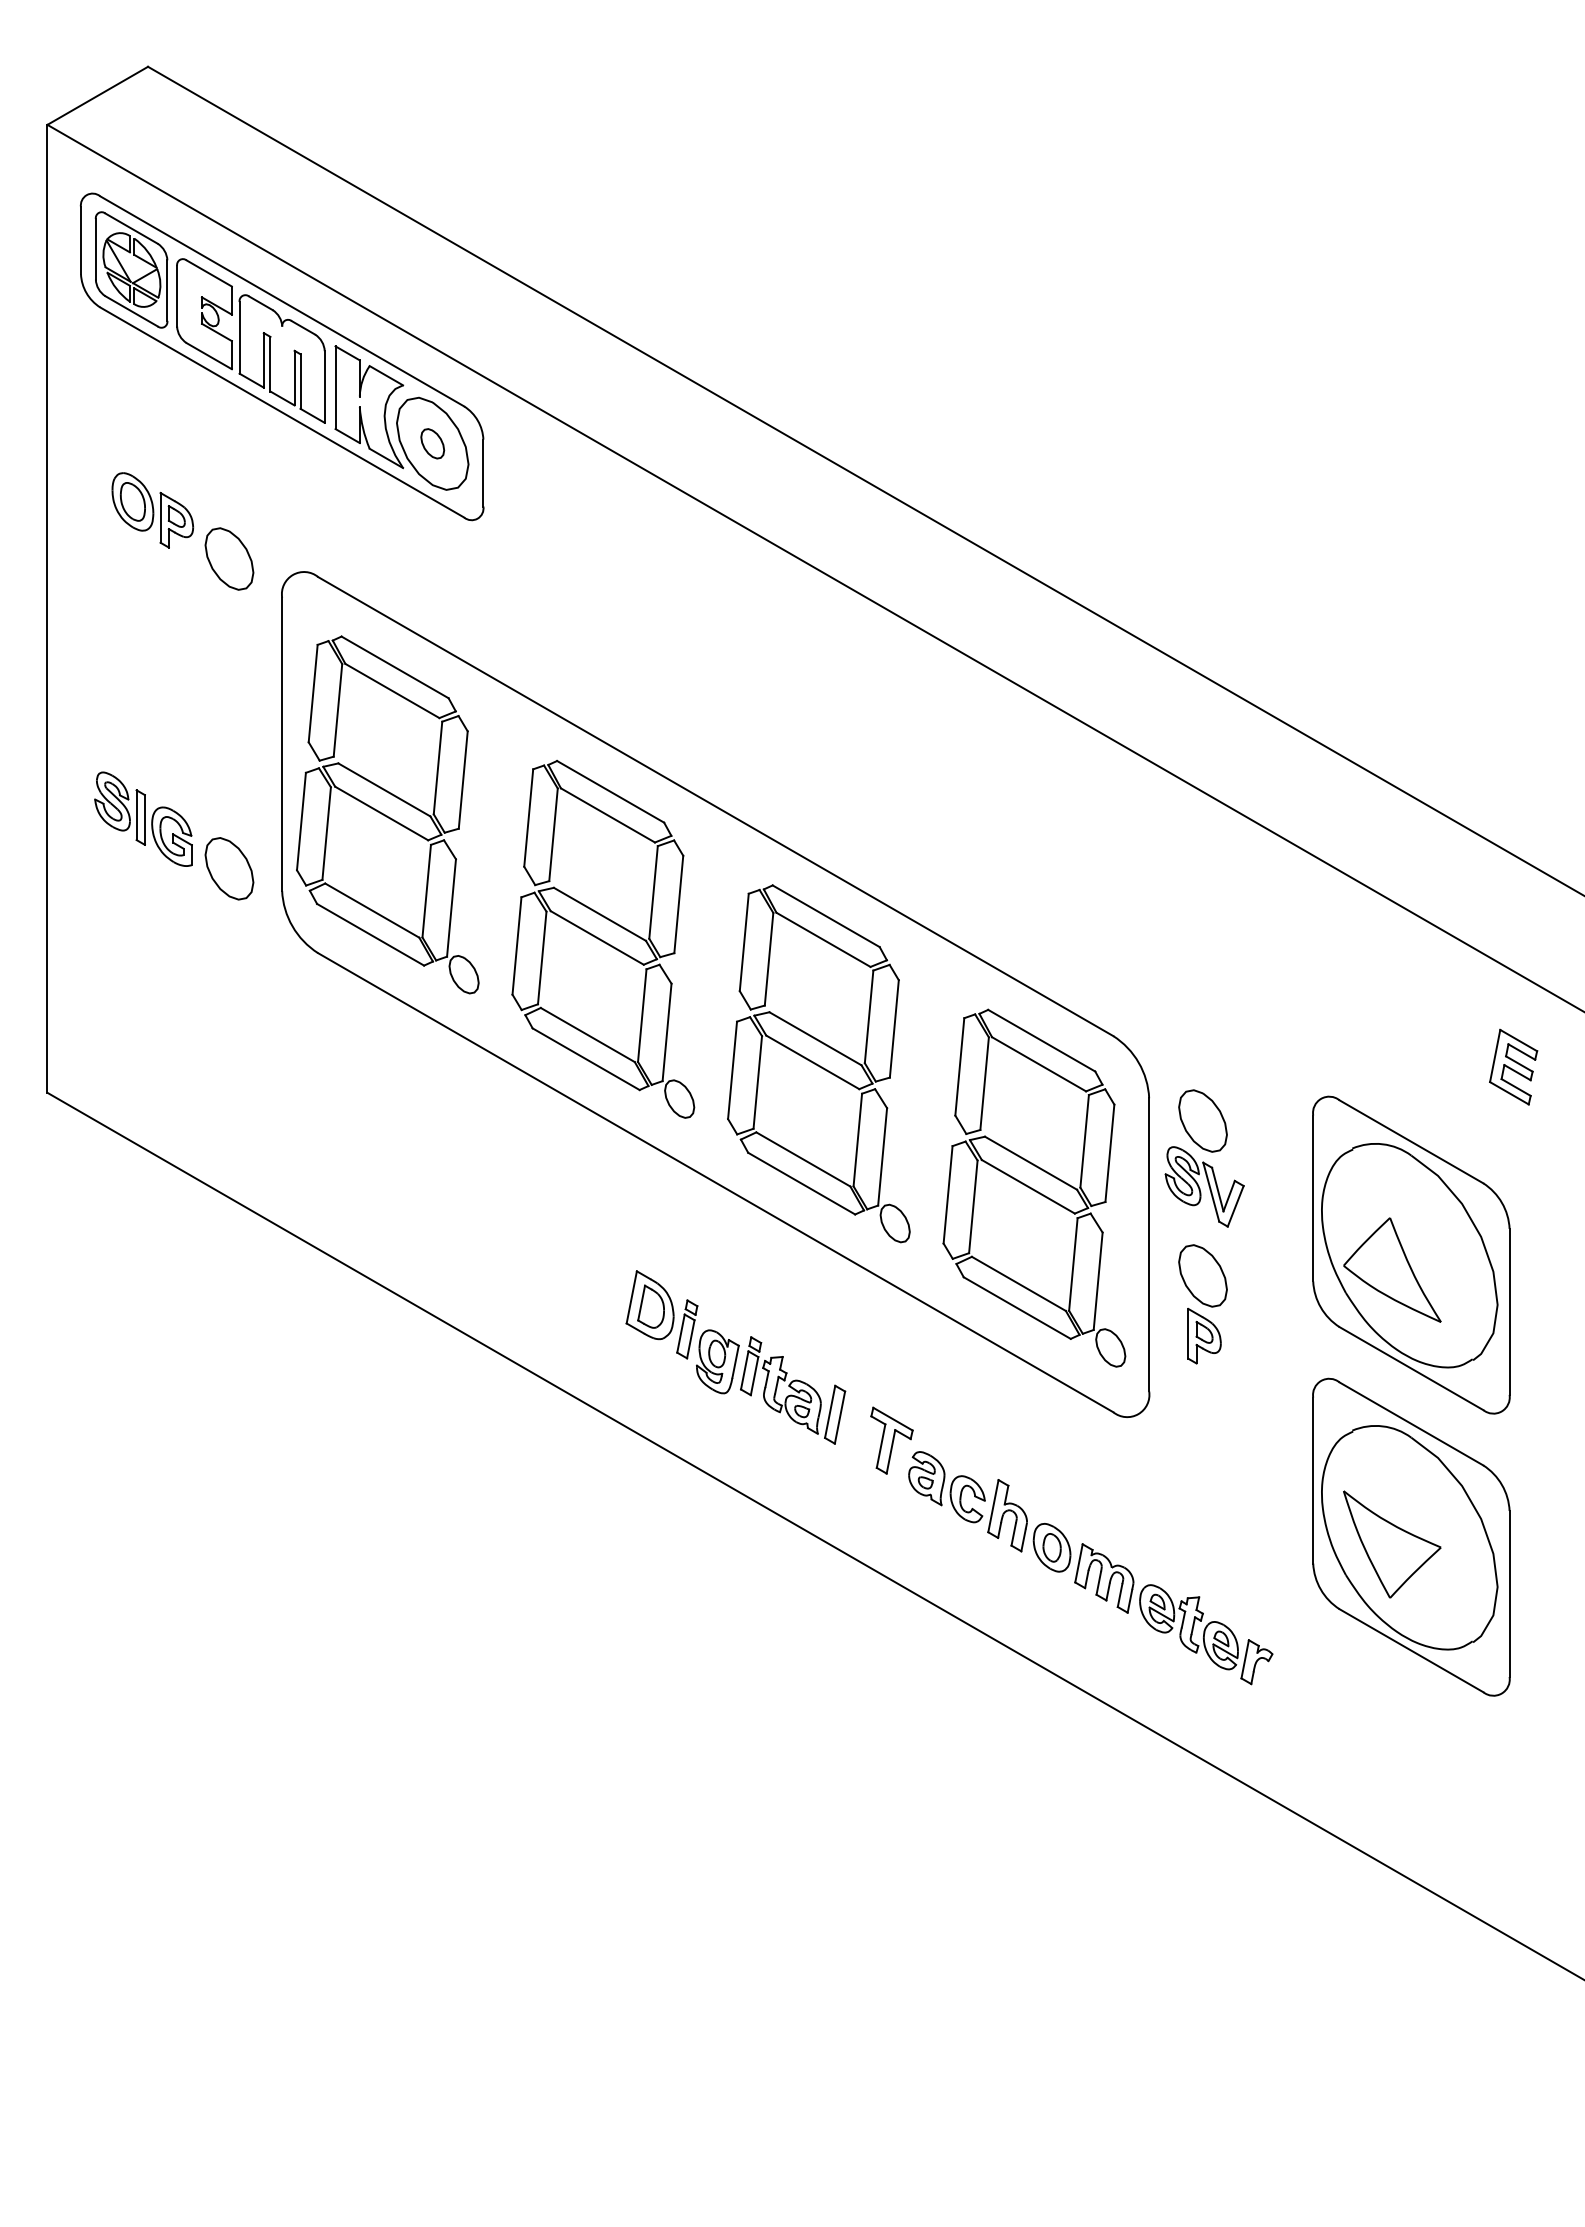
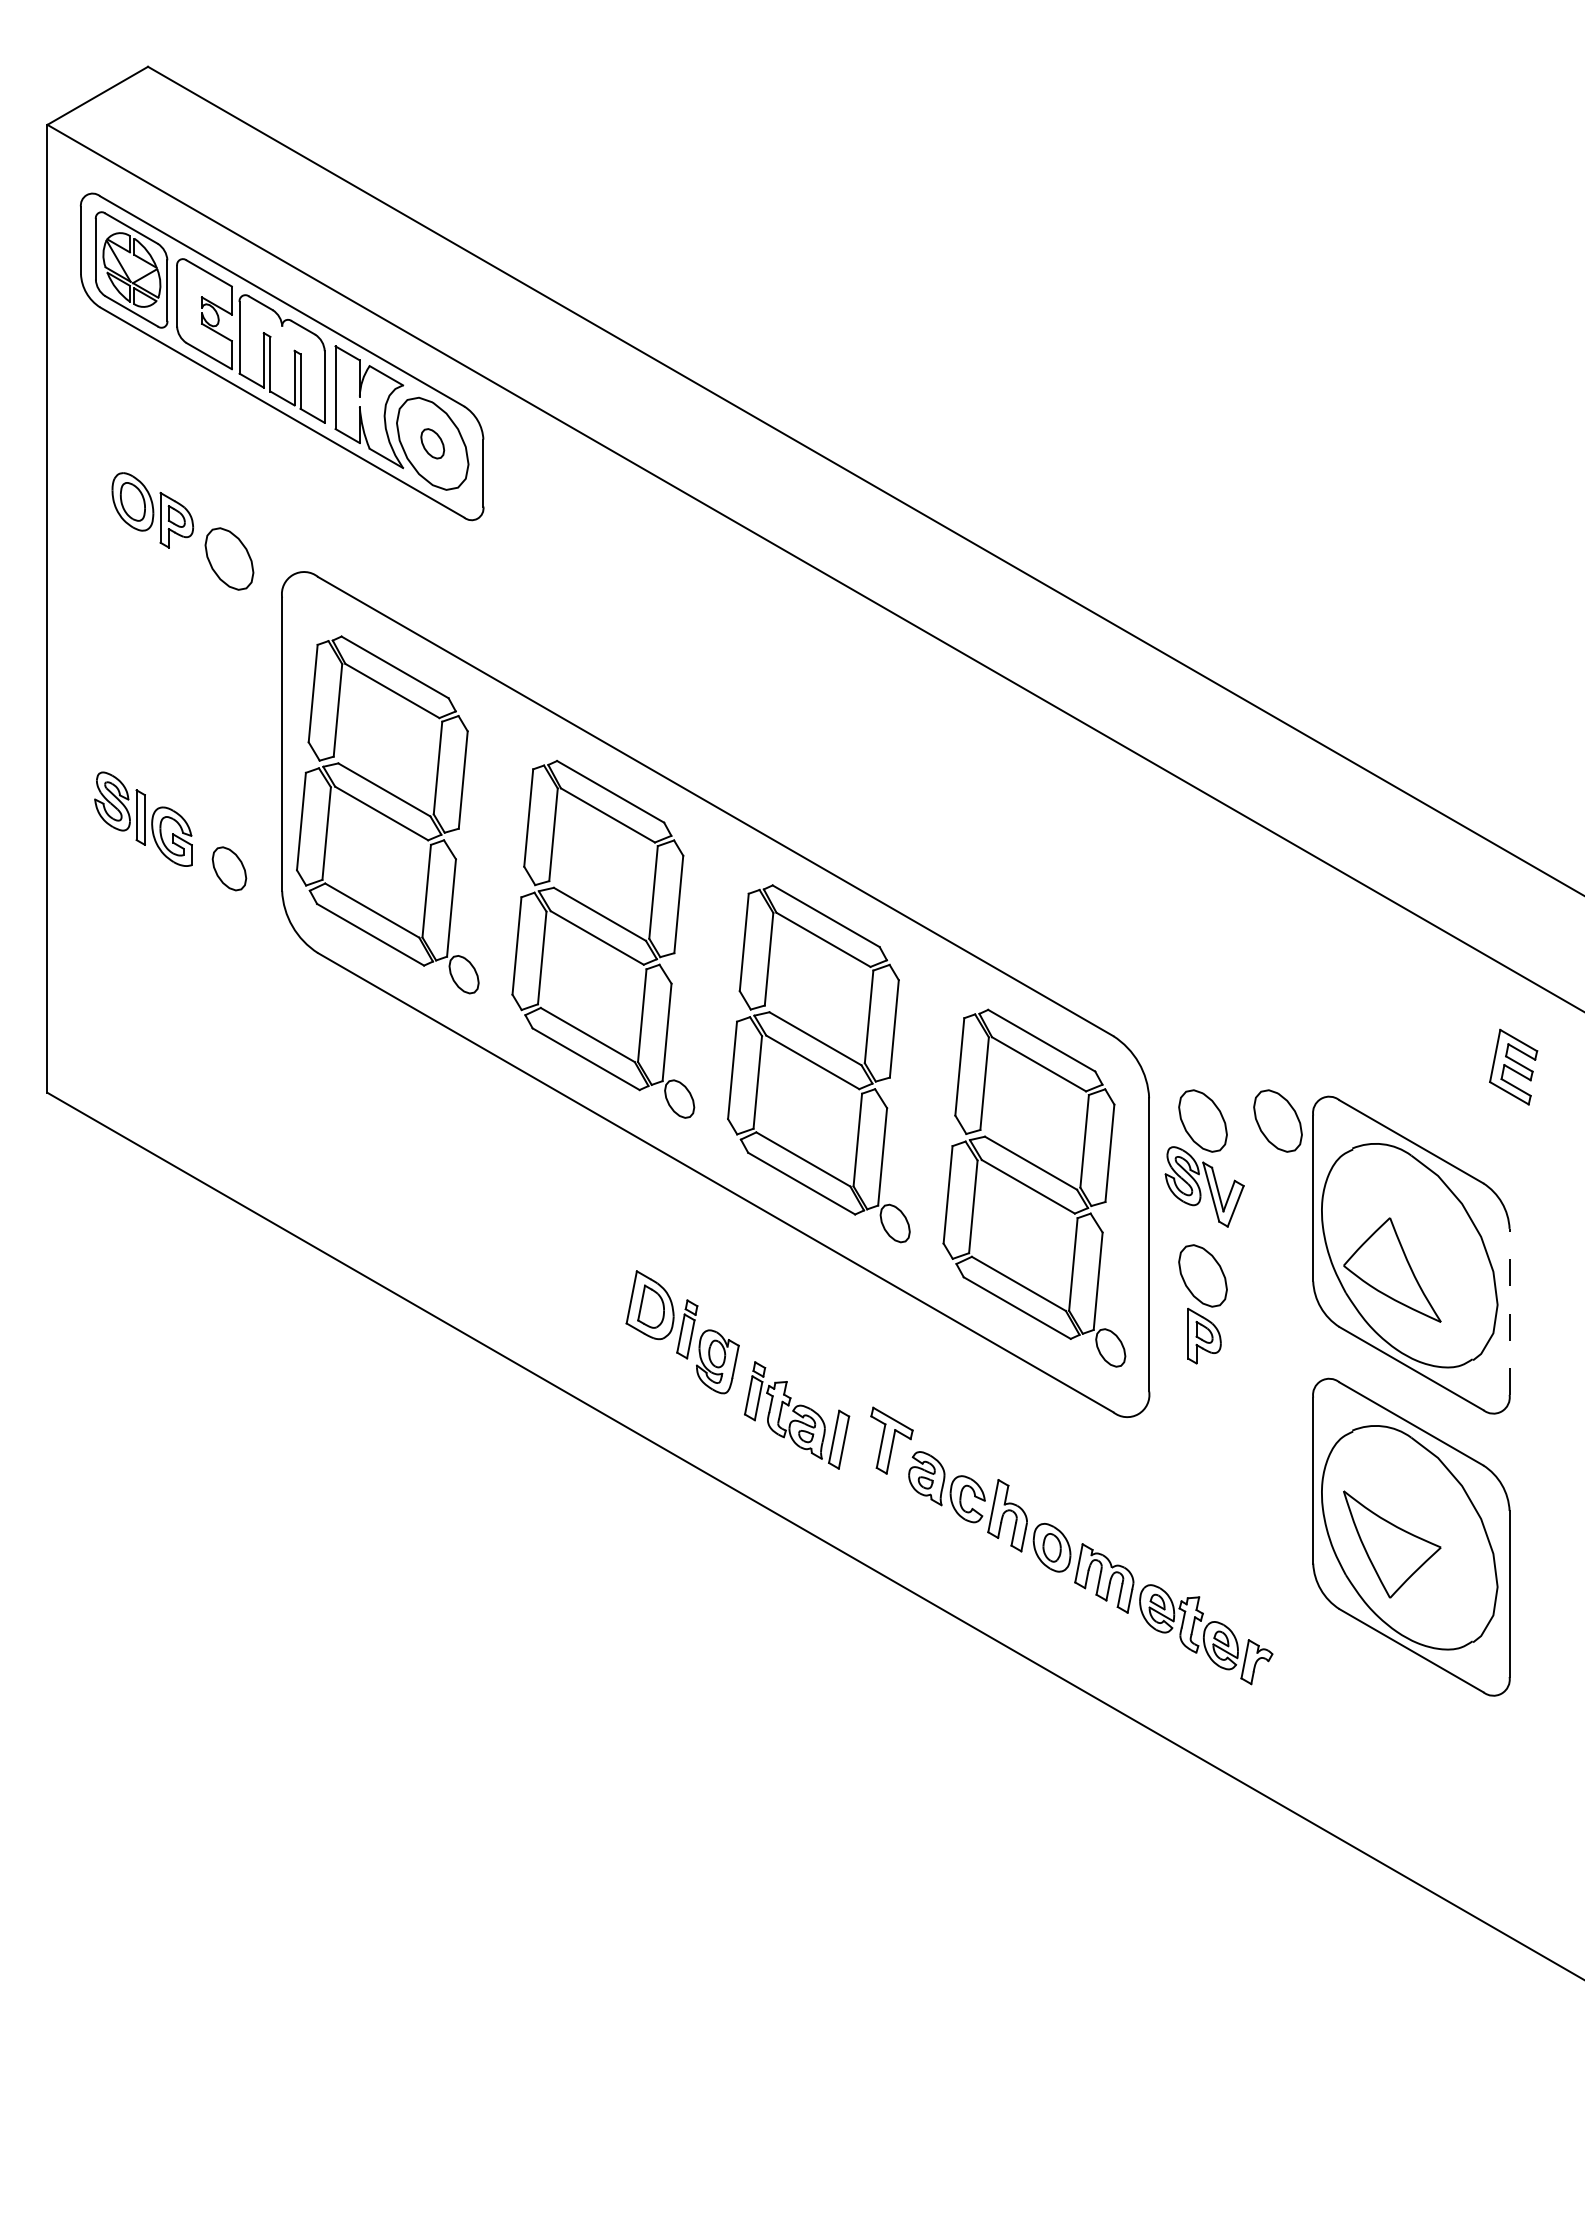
part at (229, 868) size: 51x64 px -> 37x46 px
part at (1277, 1120): none -> present
line at (1509, 1311): solid -> dashed
part at (793, 1390) position: (793, 1390) -> (797, 1415)
